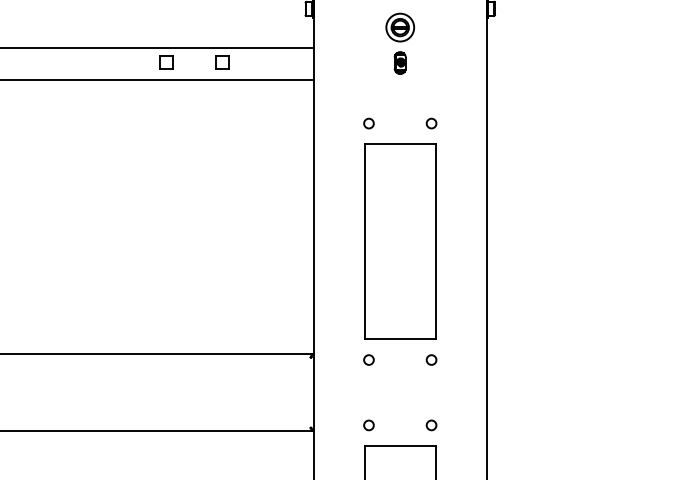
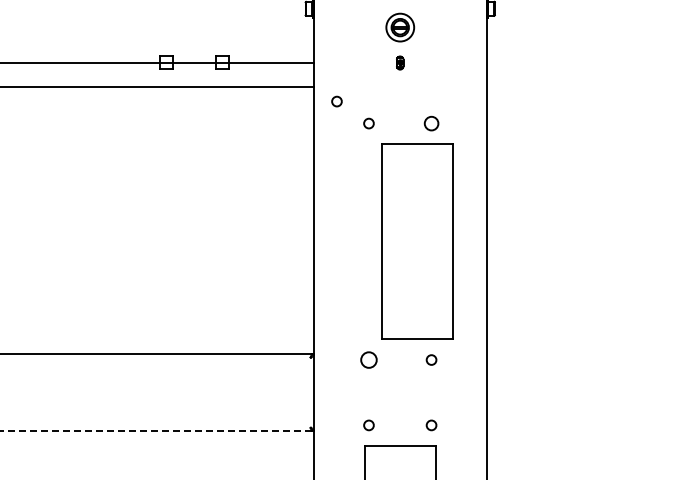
line at (158, 47) position: (158, 47) -> (158, 62)
part at (399, 62) size: 14x24 px -> 9x16 px
line at (158, 79) position: (158, 79) -> (158, 86)
circle at (336, 101): none -> present
circle at (431, 123) size: 13x13 px -> 17x17 px
part at (400, 241) position: (400, 241) -> (417, 241)
circle at (368, 359) size: 12x12 px -> 18x18 px
line at (156, 430): solid -> dashed
